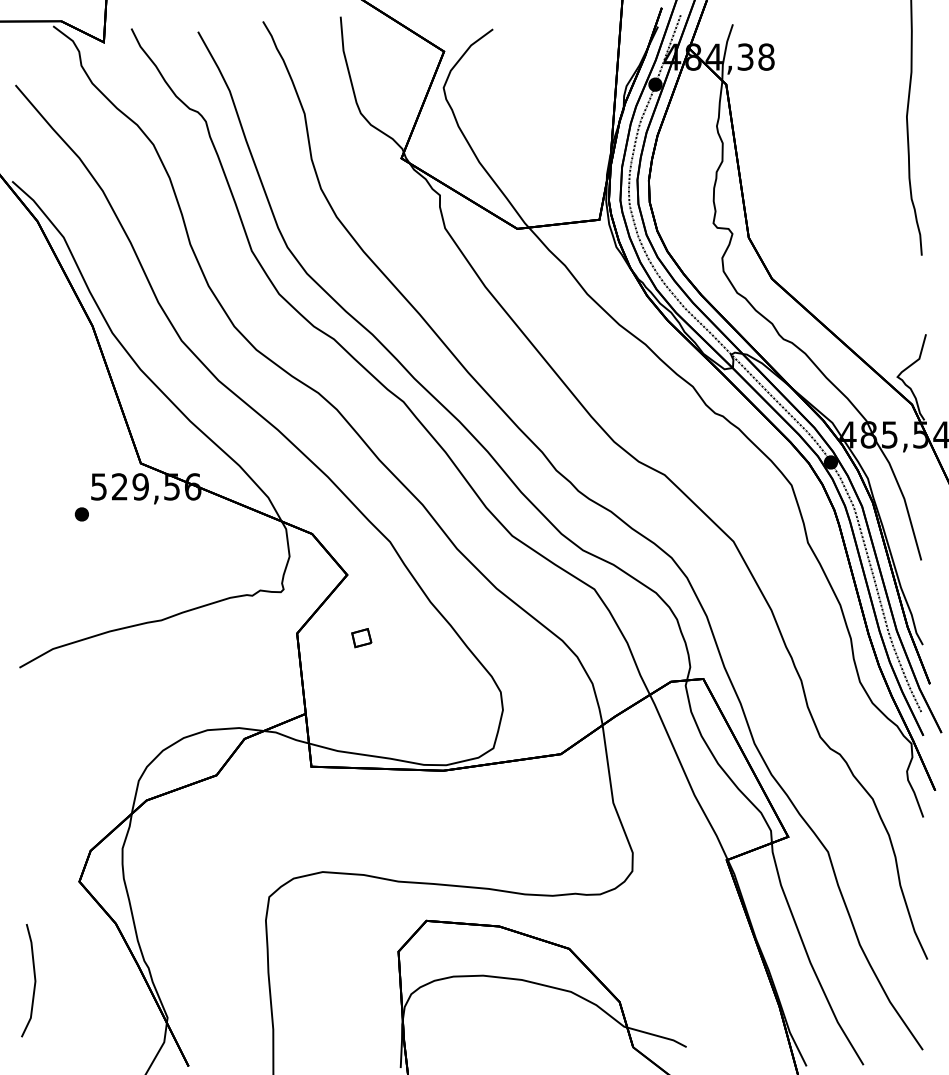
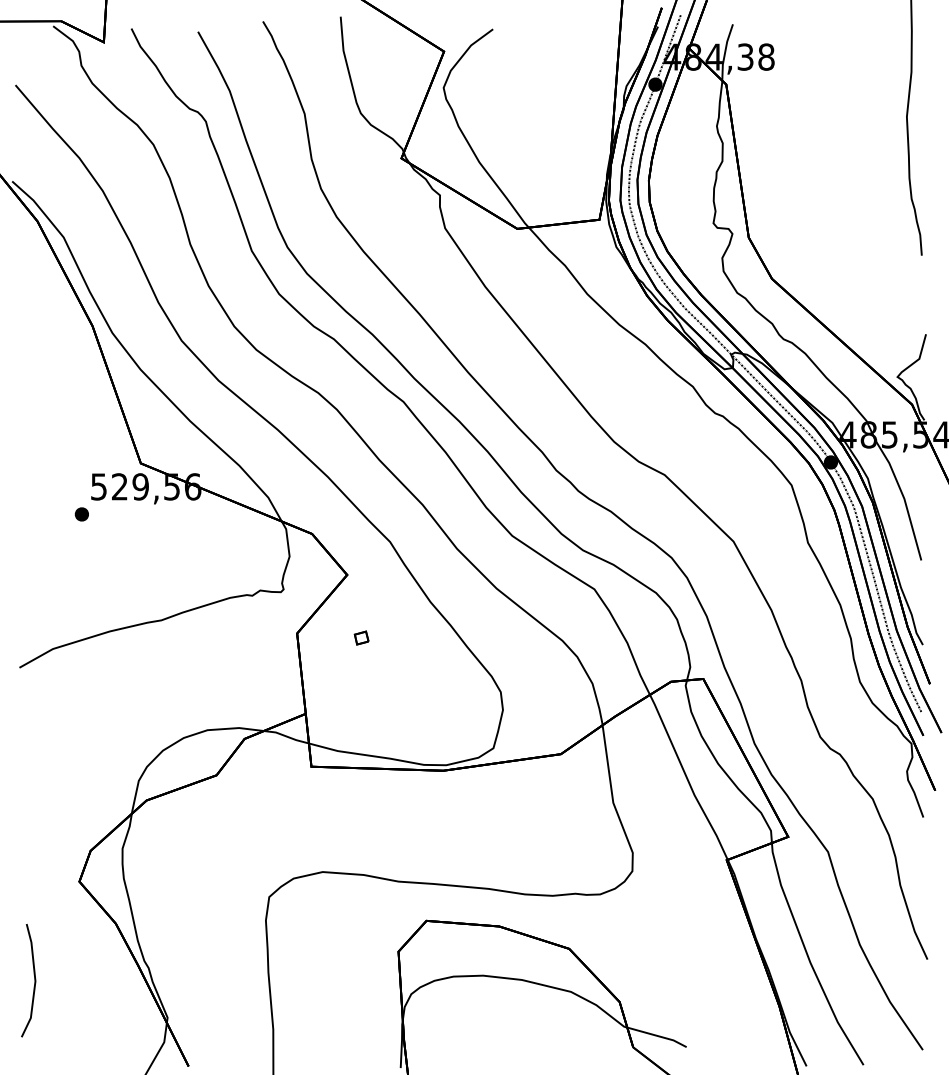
part at (361, 638) size: 22x21 px -> 17x16 px
